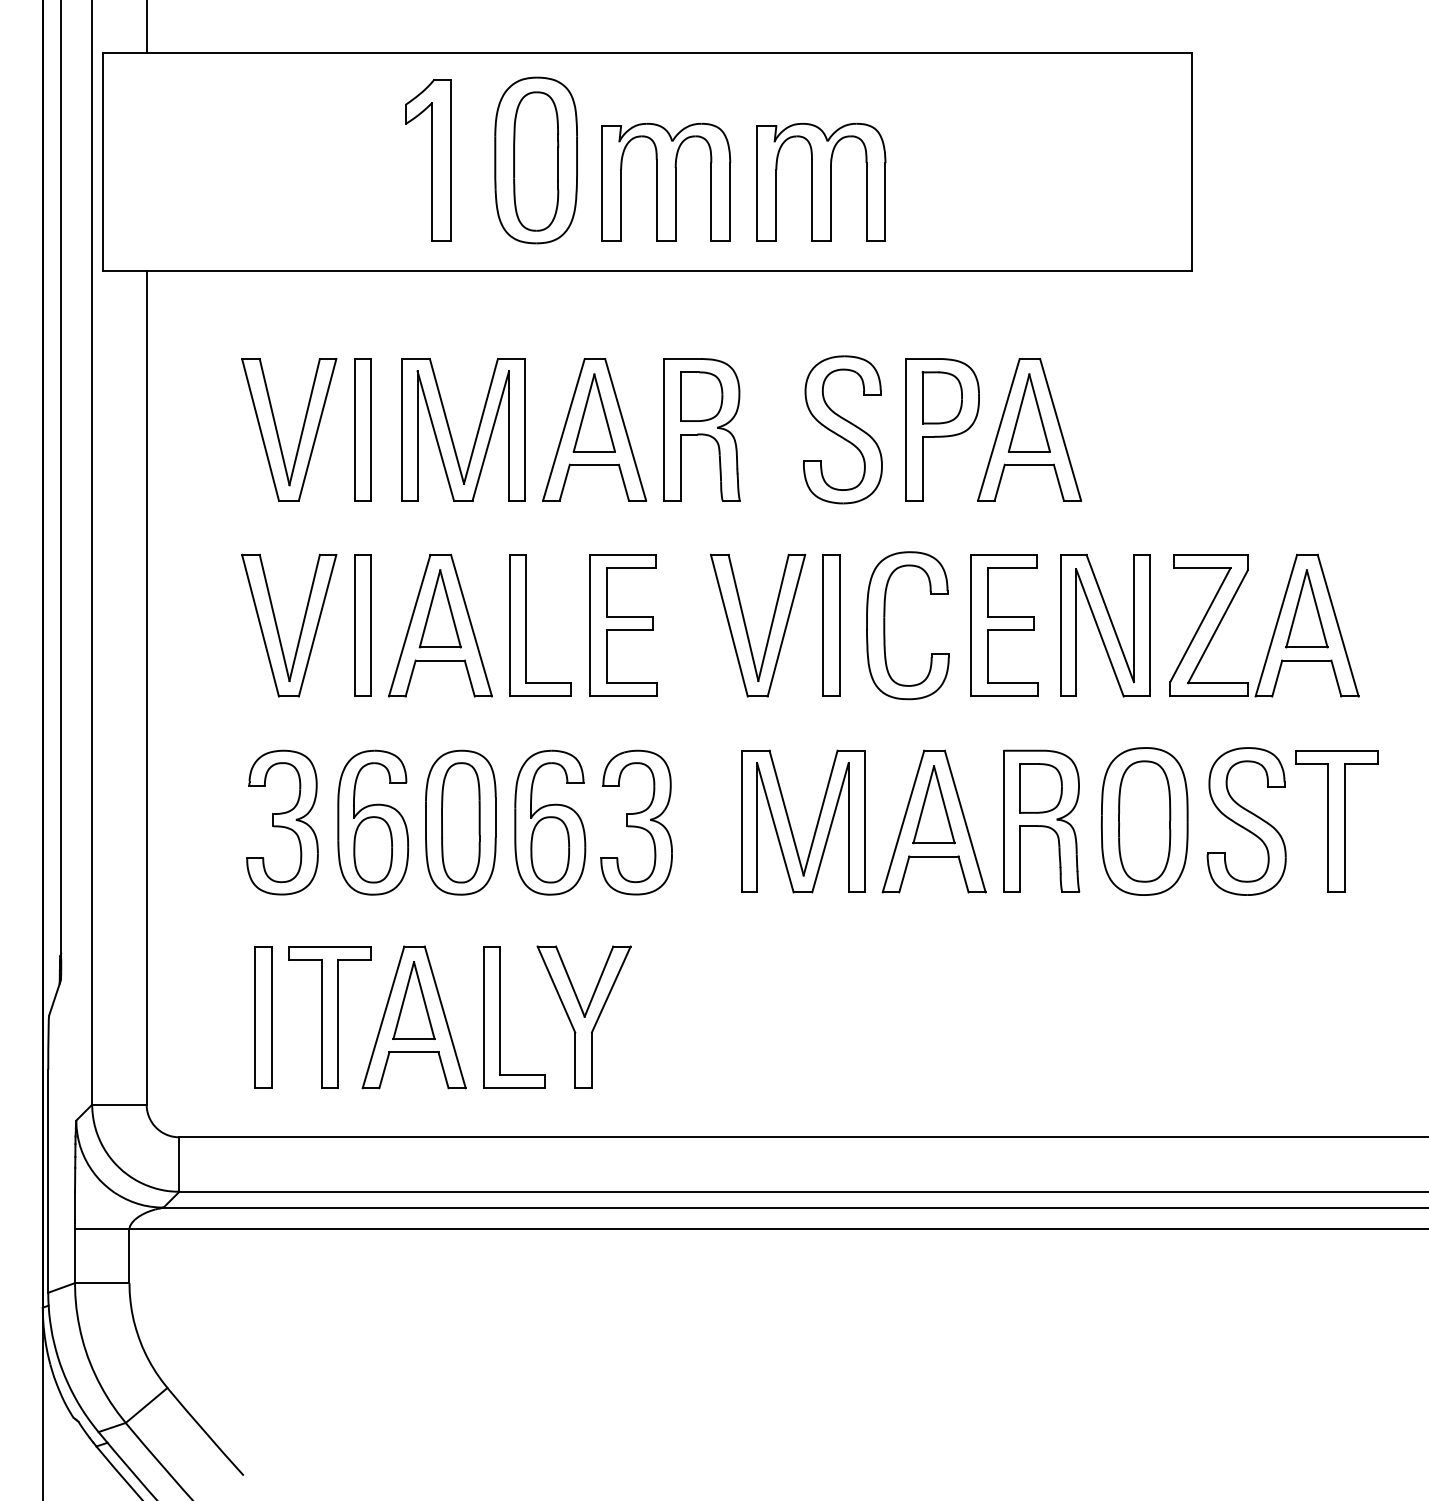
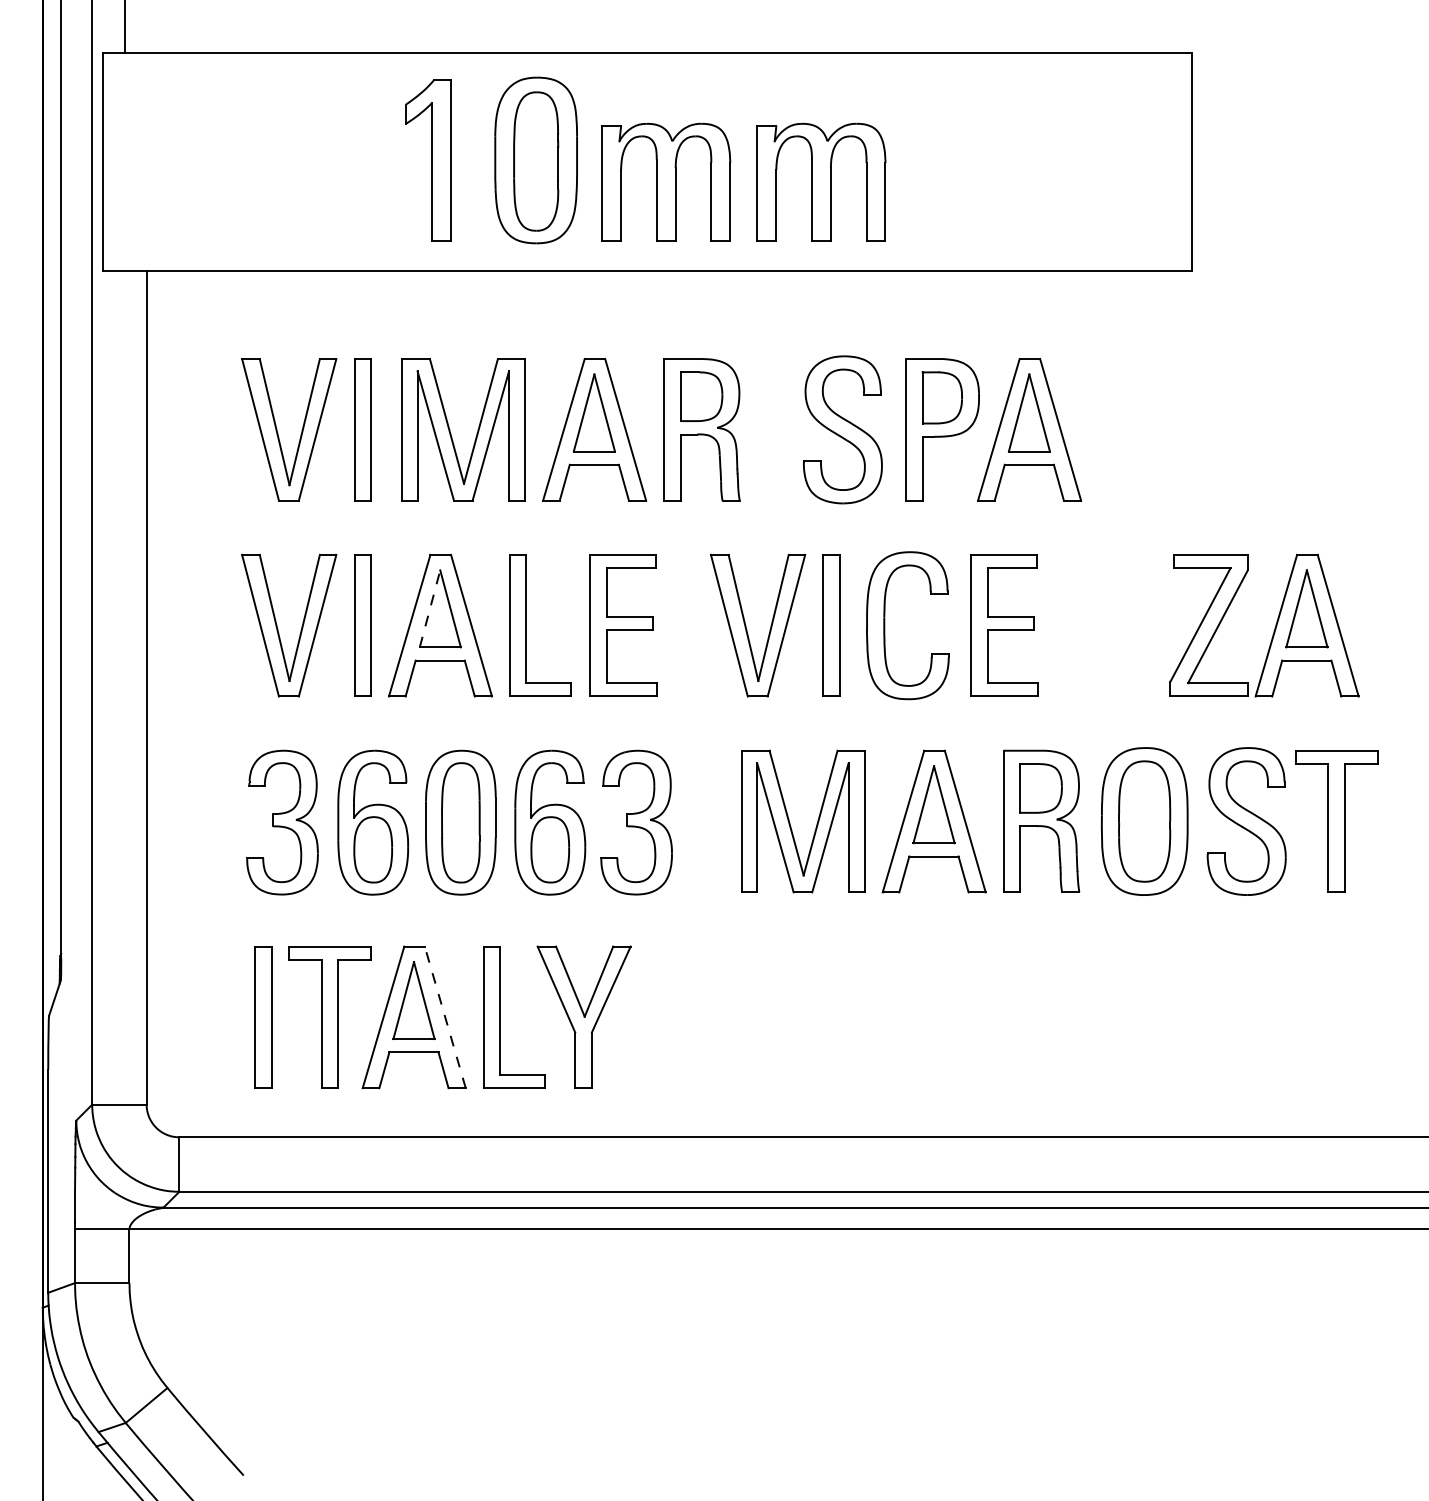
line at (146, 27) position: (146, 27) -> (124, 27)
line at (430, 608): solid -> dashed
part at (1105, 625): present -> none
line at (445, 1017): solid -> dashed
